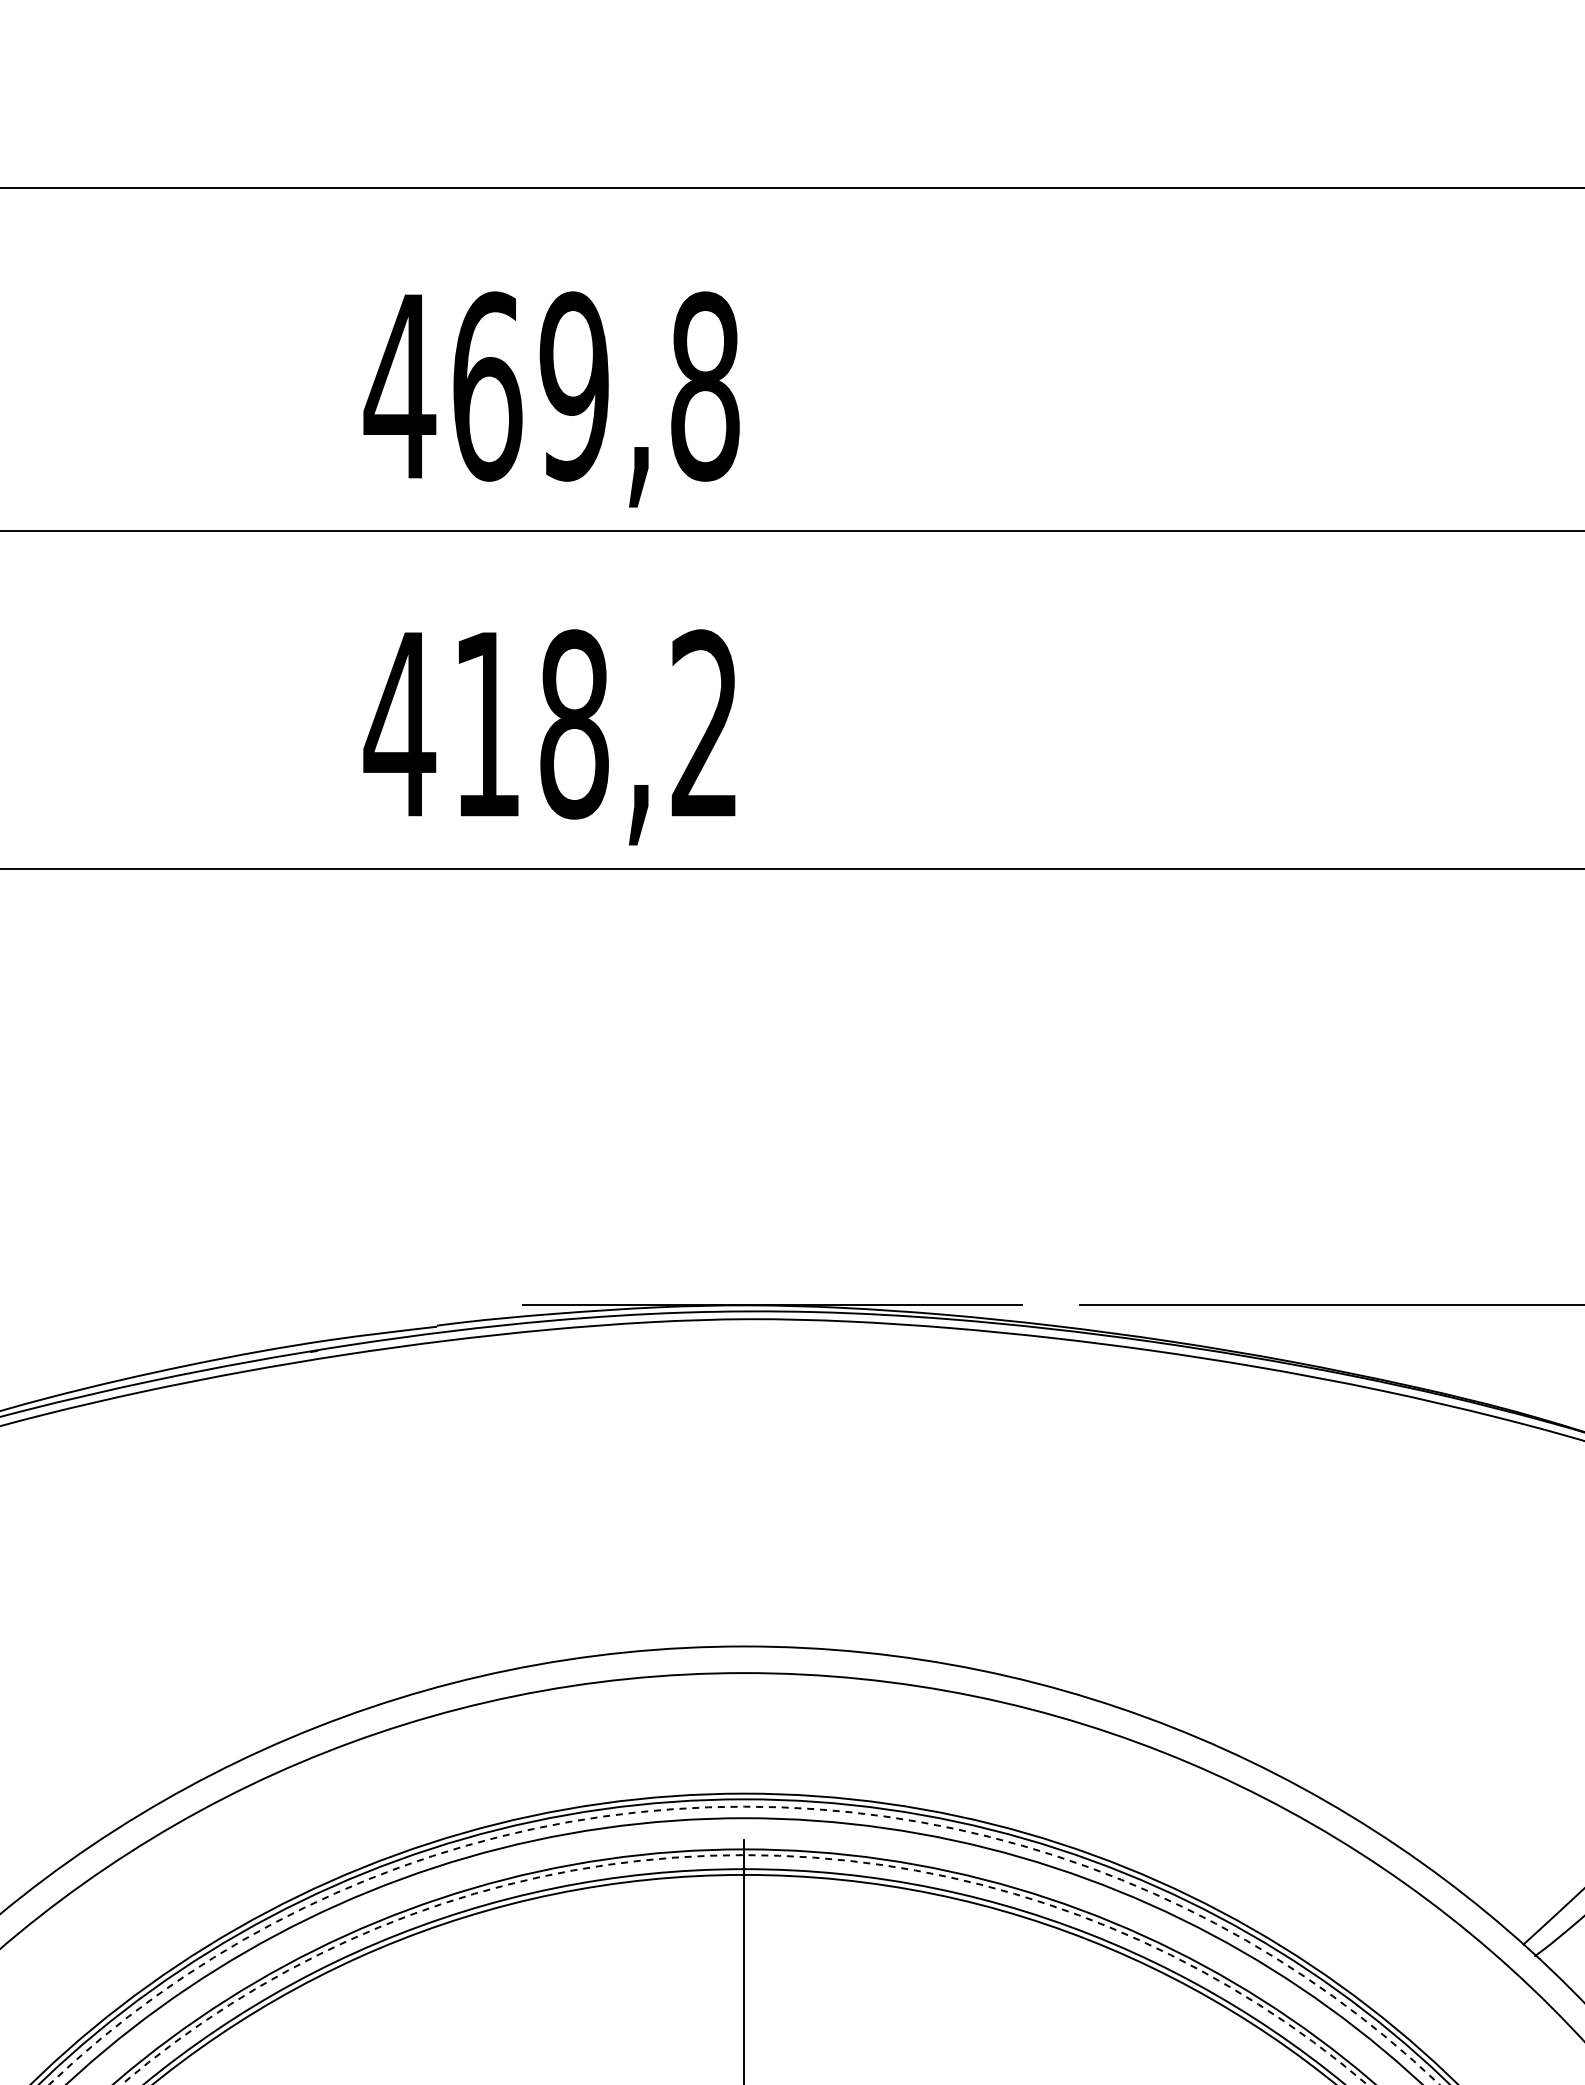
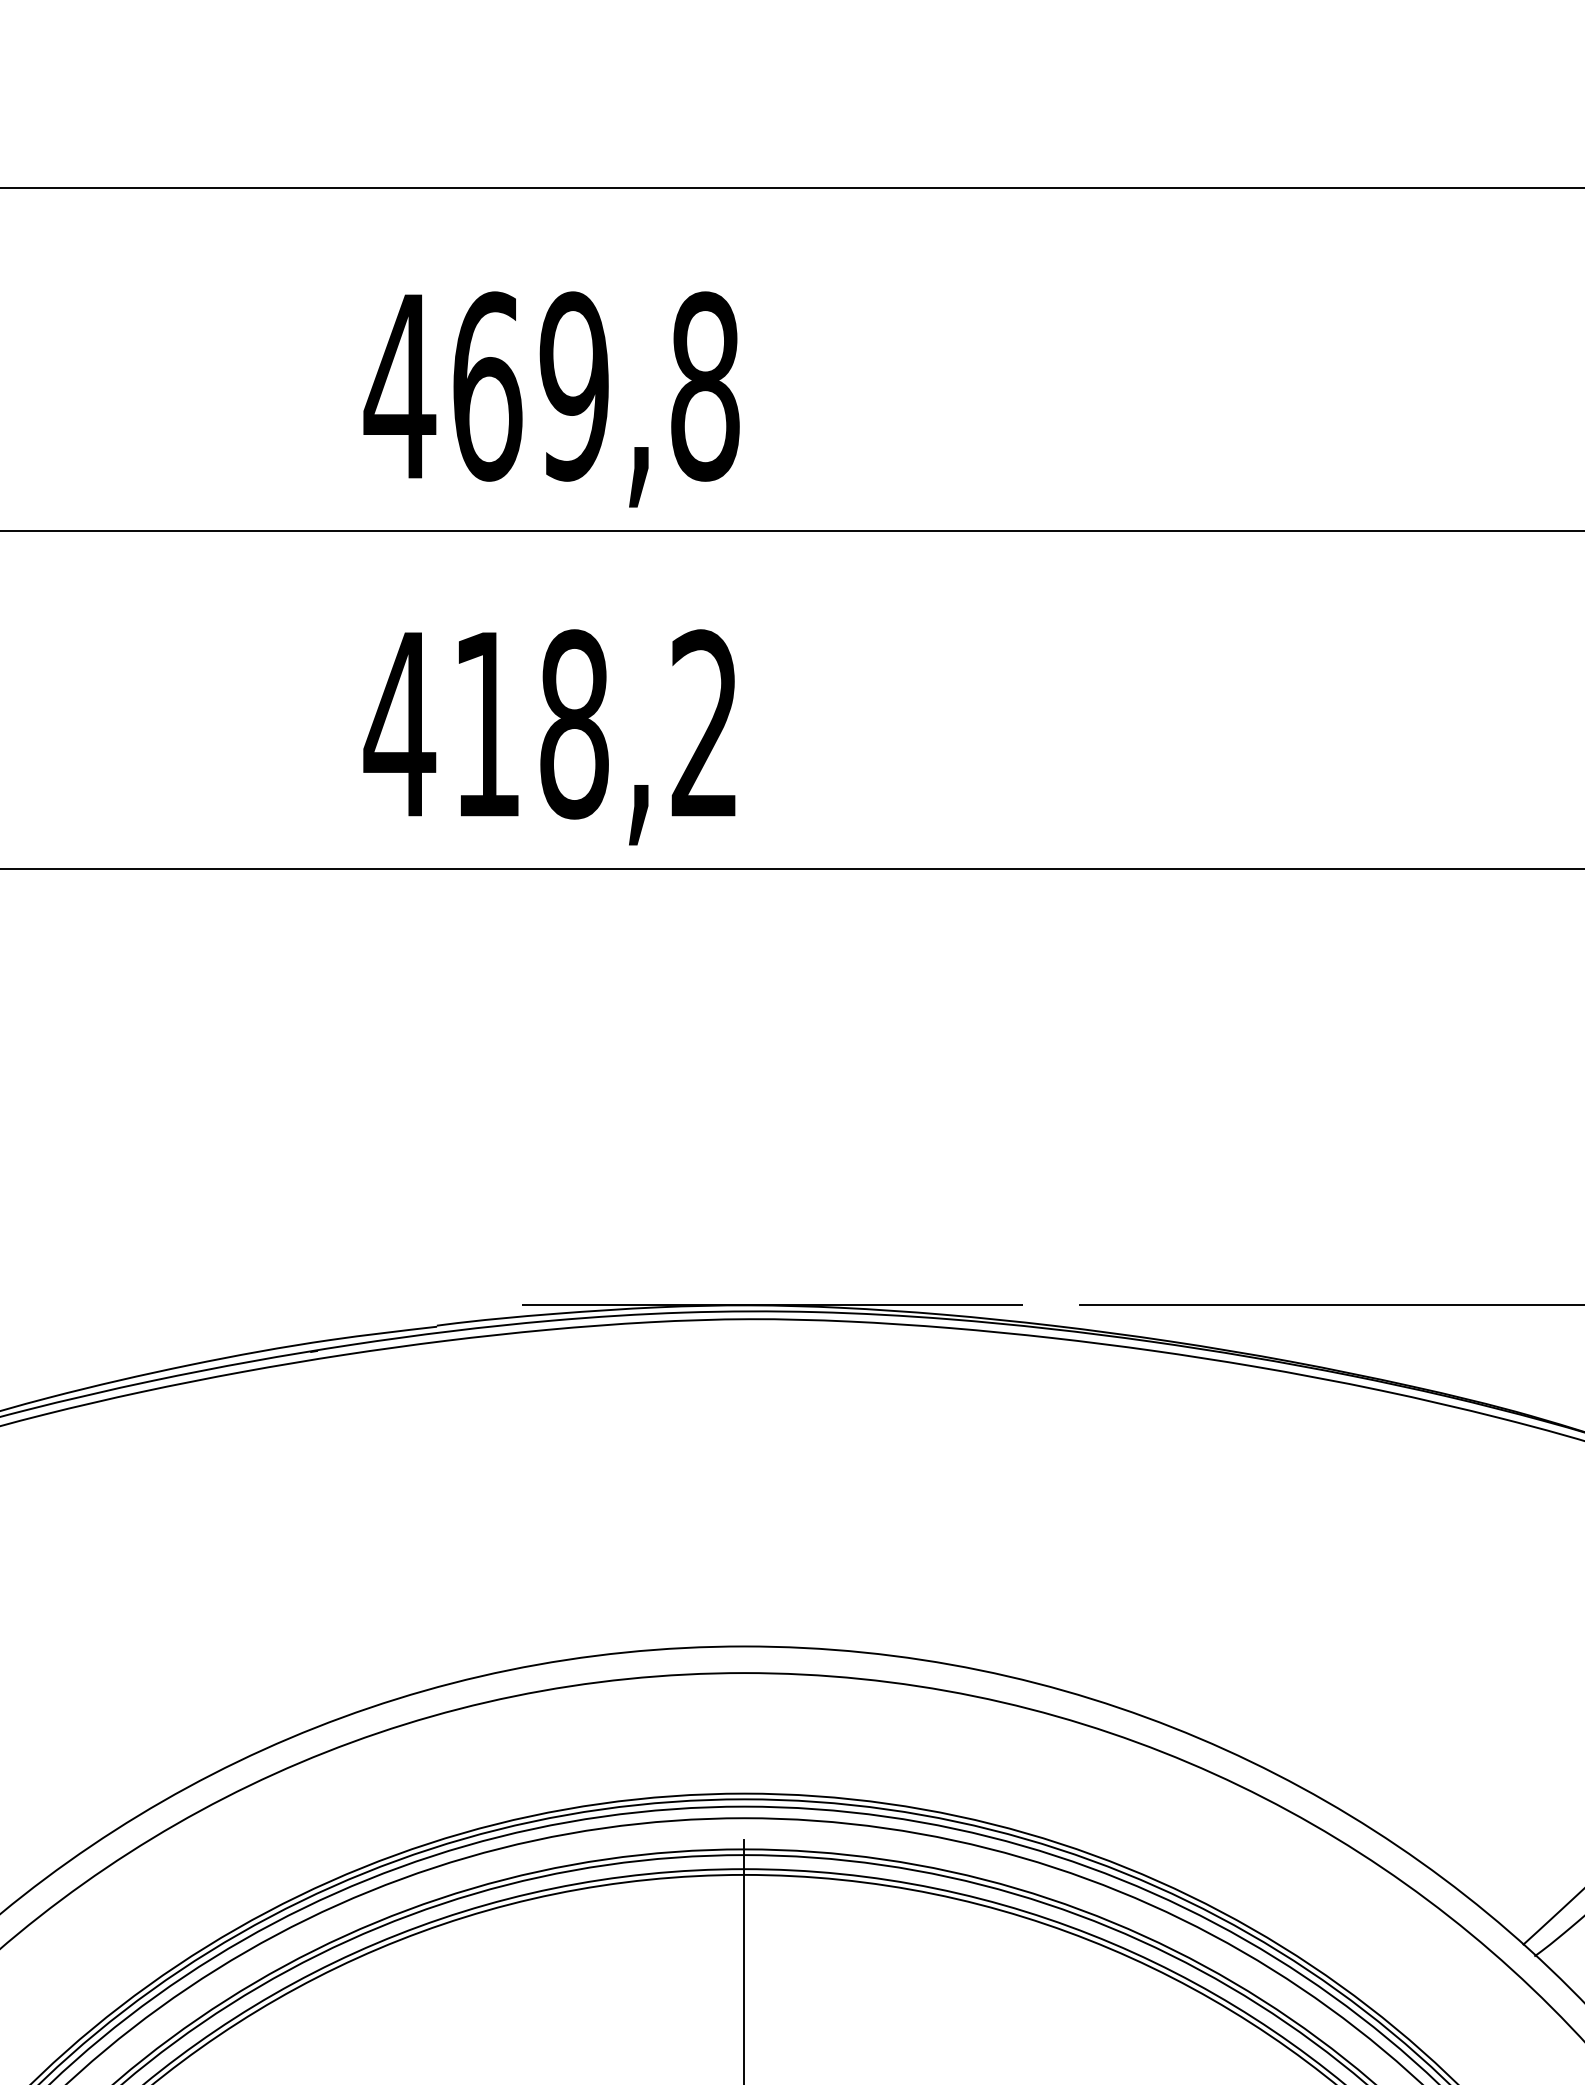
arc at (744, 1806): dashed -> solid
arc at (744, 1855): dashed -> solid
